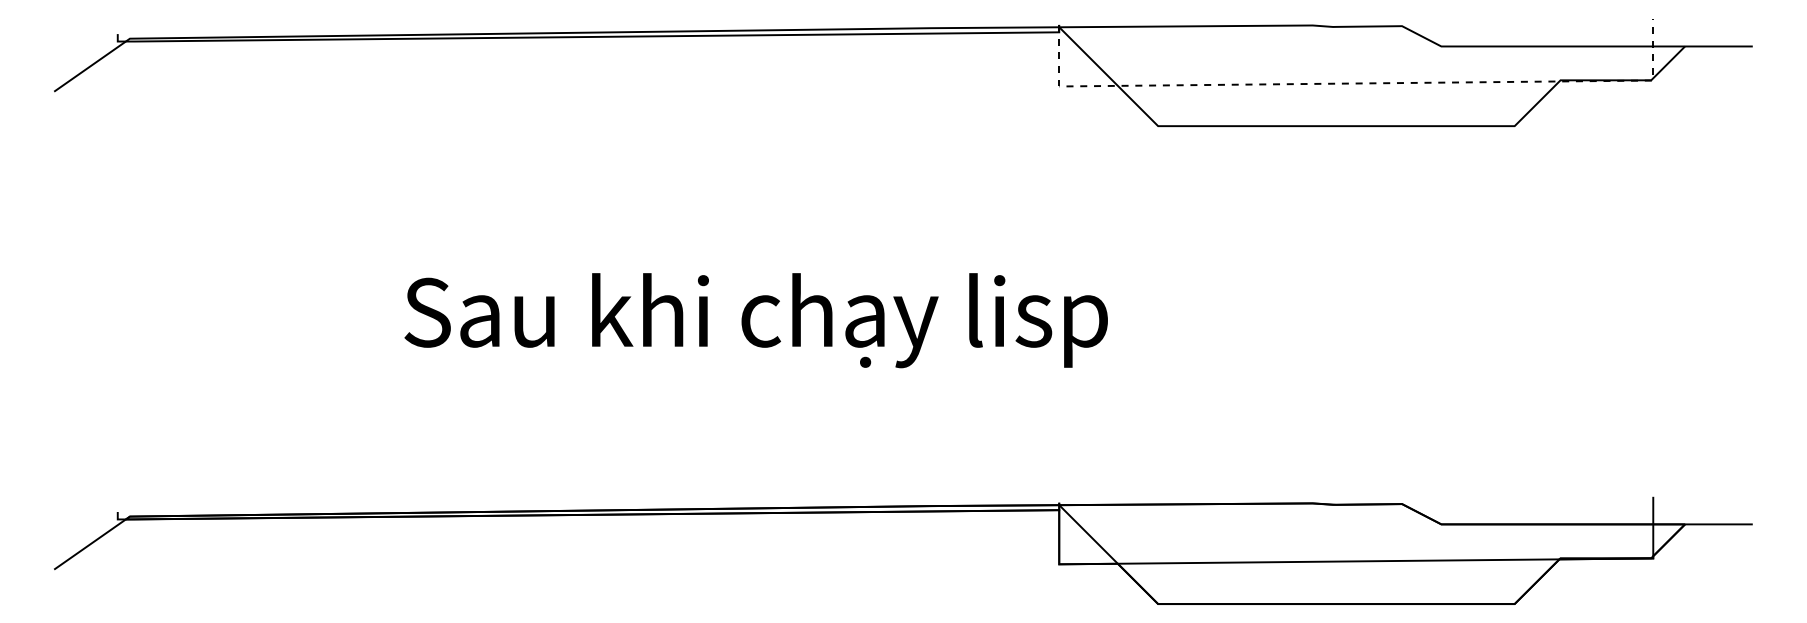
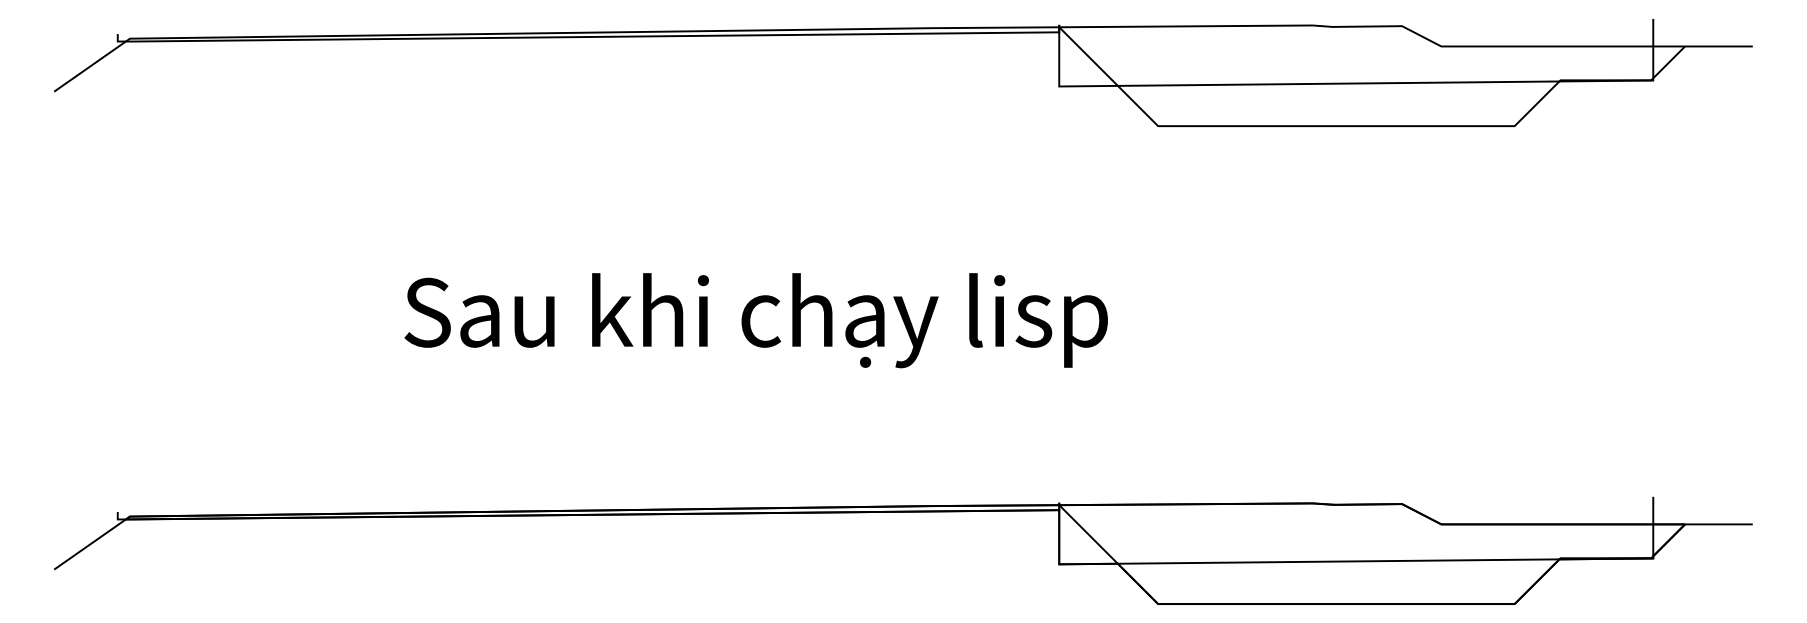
line at (1356, 83): dashed -> solid
